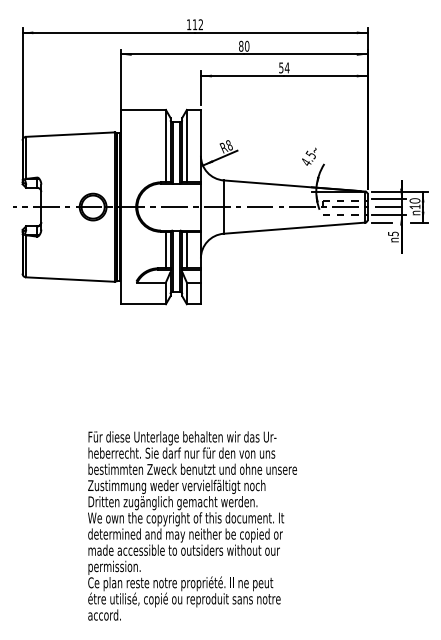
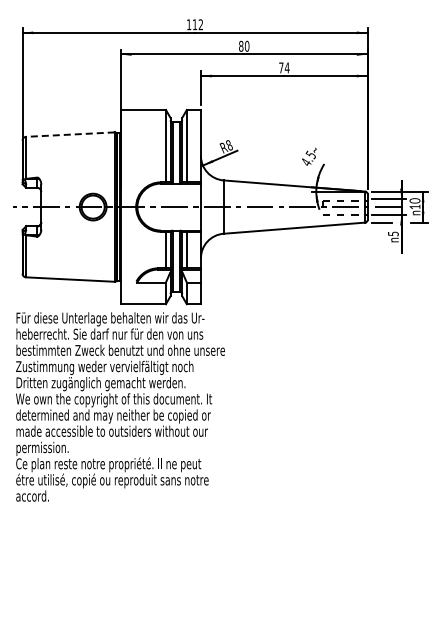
text at (281, 67): 54 -> 74
line at (69, 134): solid -> dashed
text at (192, 525) position: (192, 525) -> (120, 406)
